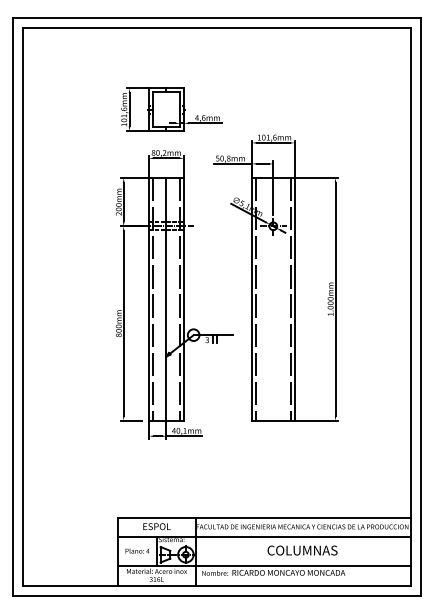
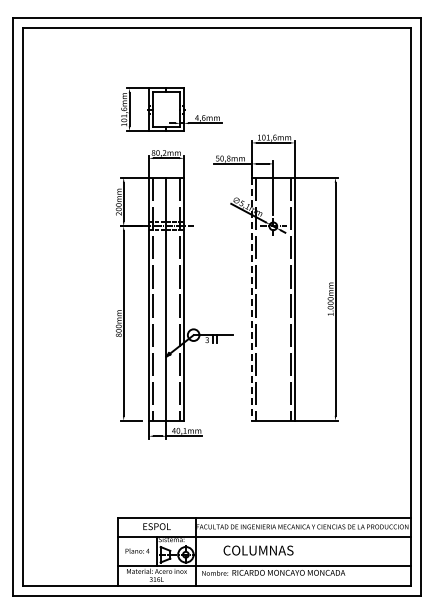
line at (251, 299): solid -> dashed
text at (302, 550) position: (302, 550) -> (258, 550)
